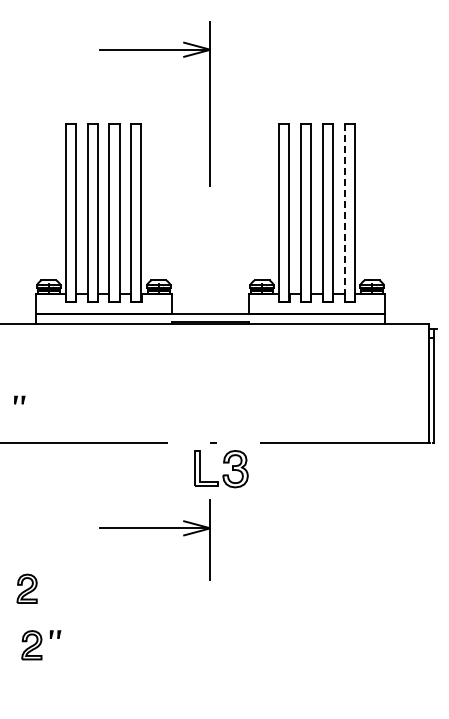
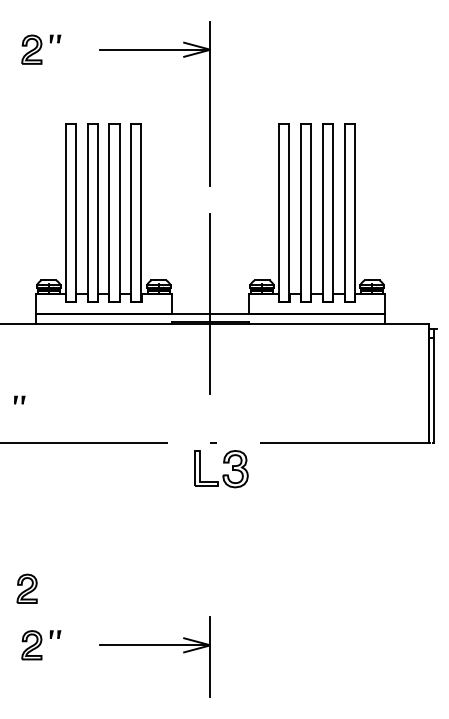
part at (41, 49): none -> present
line at (344, 213): dashed -> solid
line at (210, 303): none -> present
part at (154, 528) position: (154, 528) -> (154, 645)
